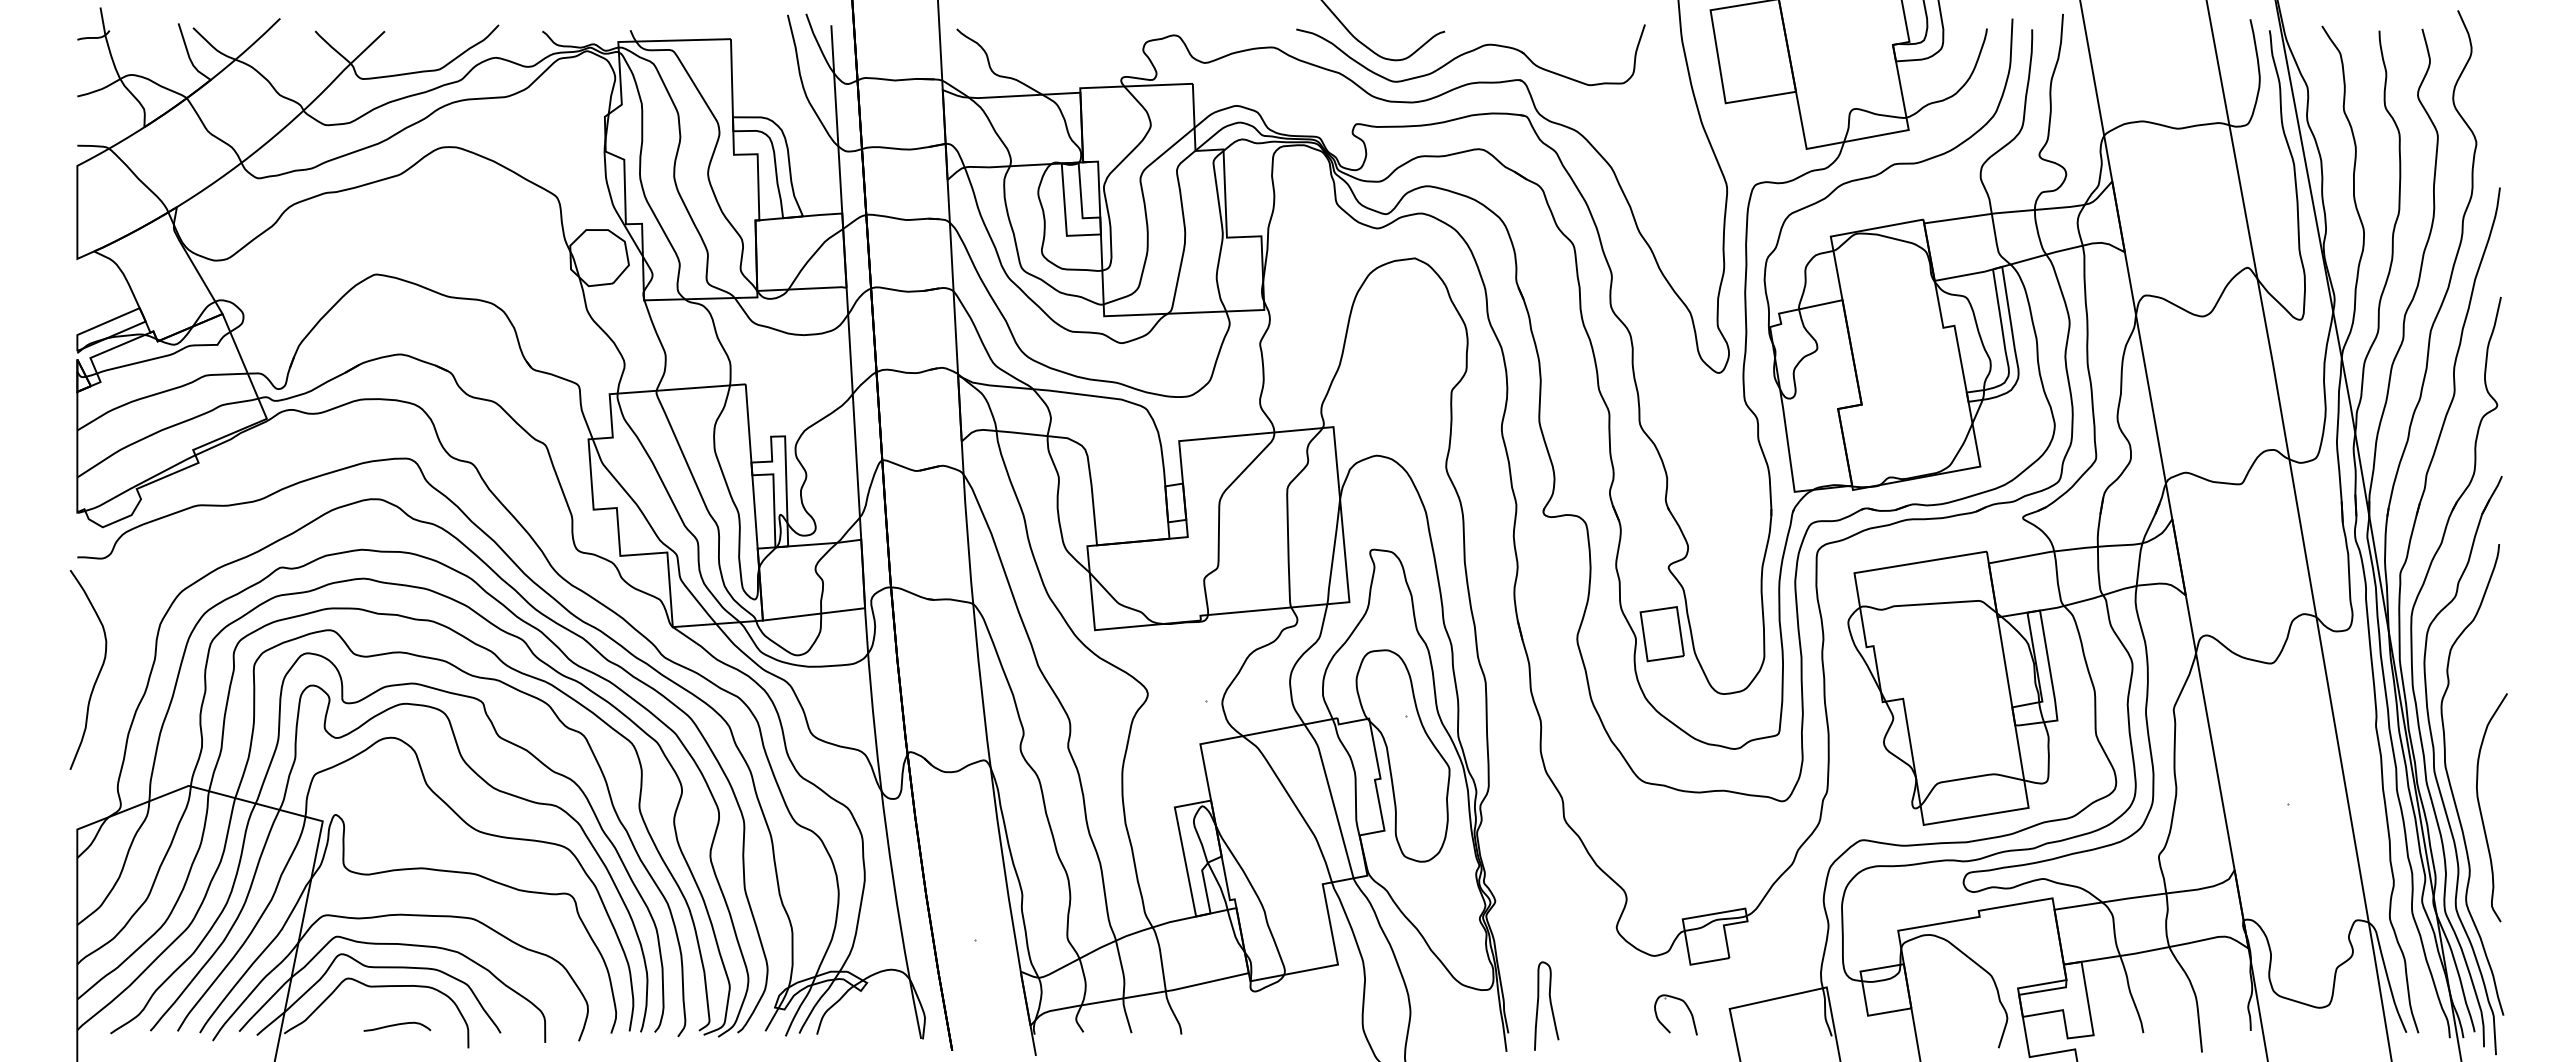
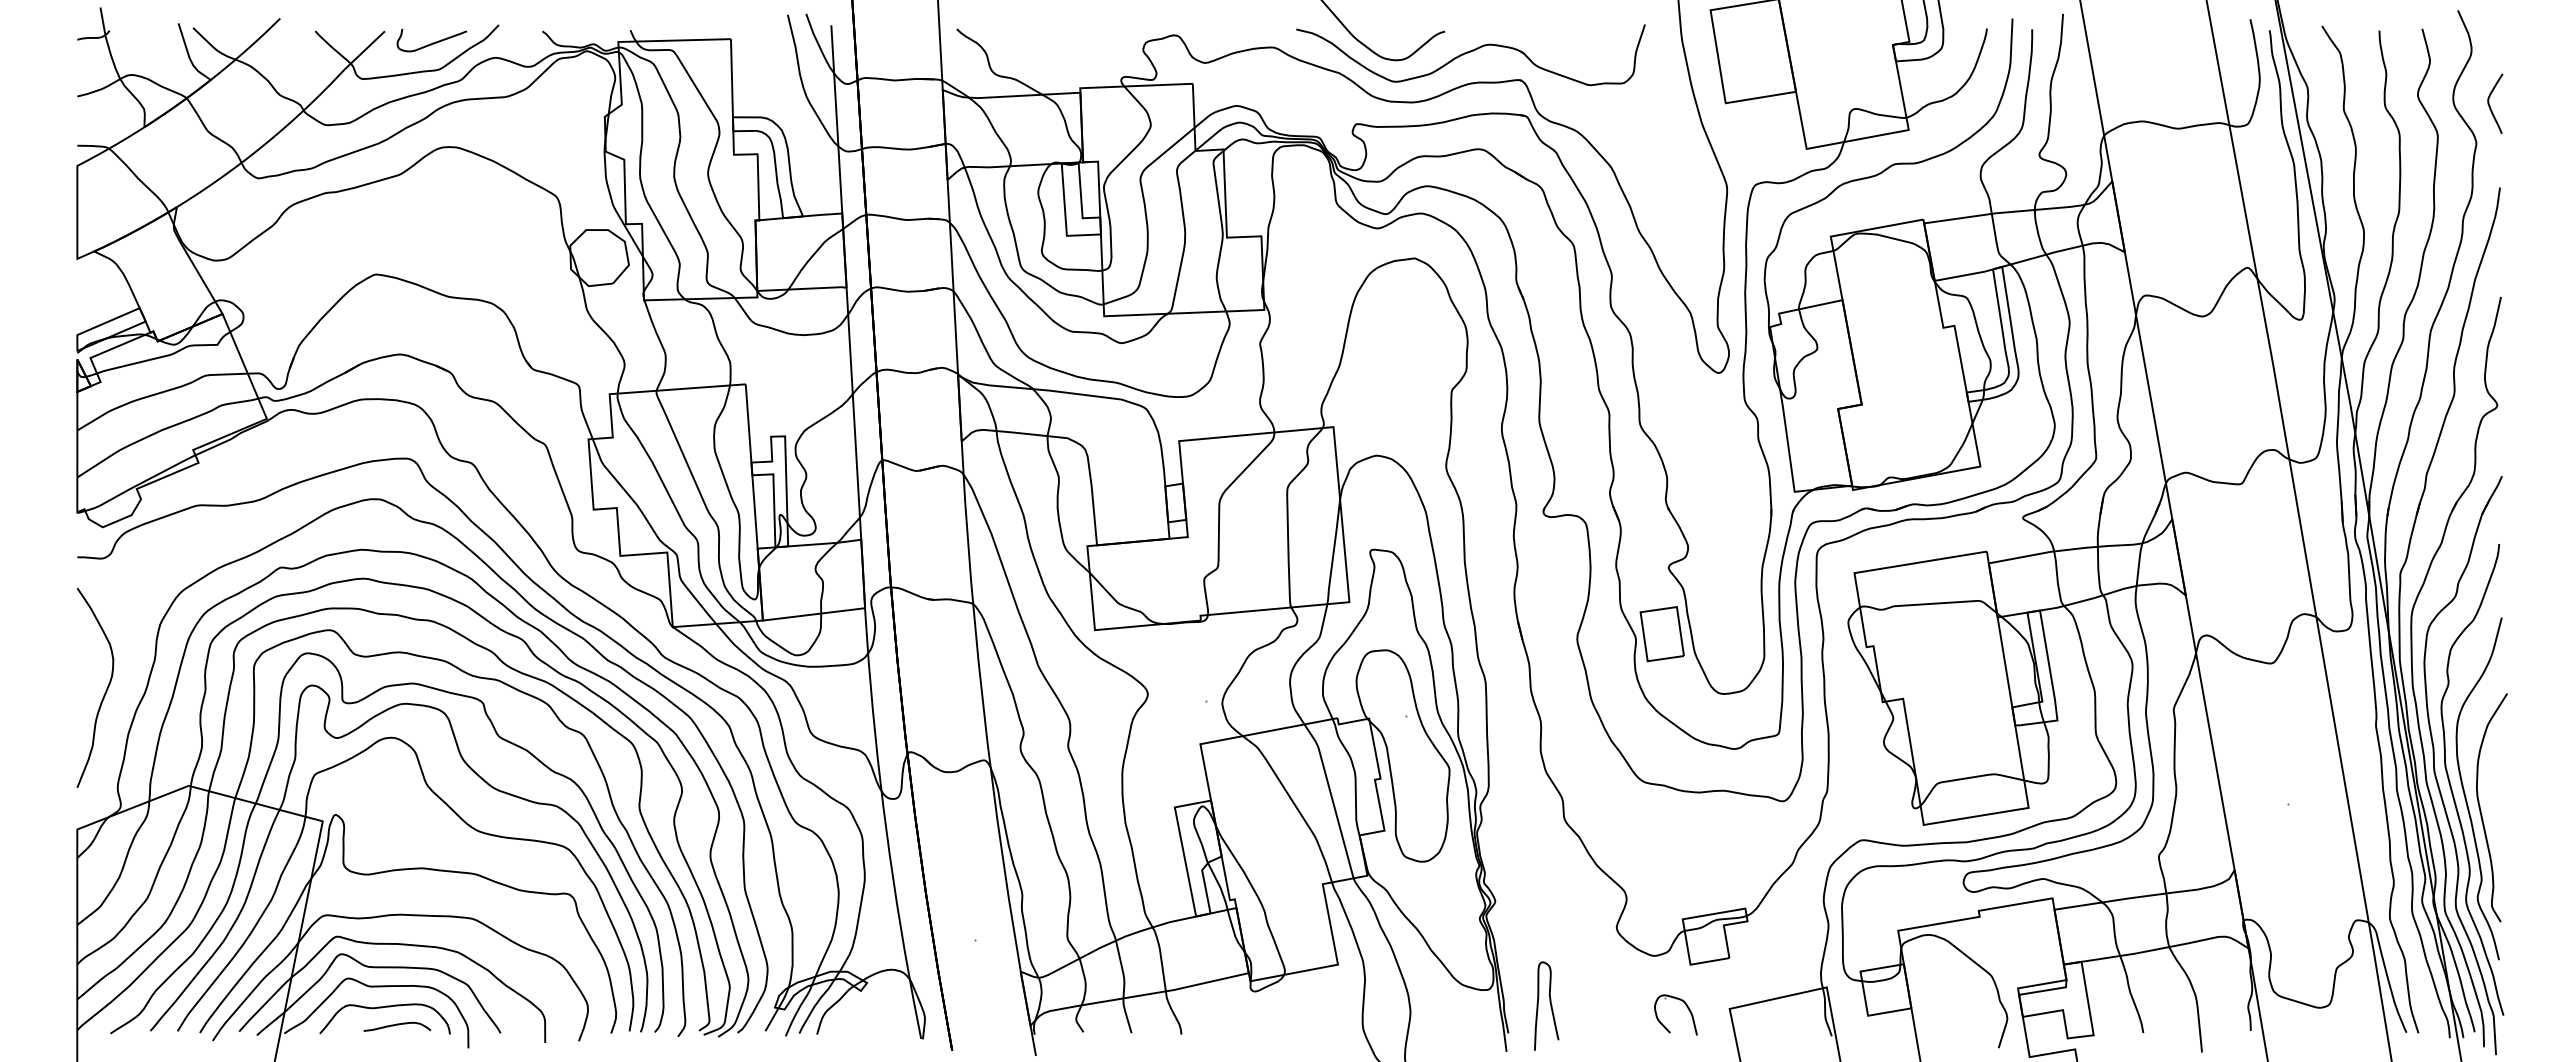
curve at (432, 42): none -> present
curve at (2490, 105): none -> present
curve at (97, 674) position: (97, 674) -> (104, 692)
curve at (2465, 792): none -> present
curve at (382, 1008): none -> present
